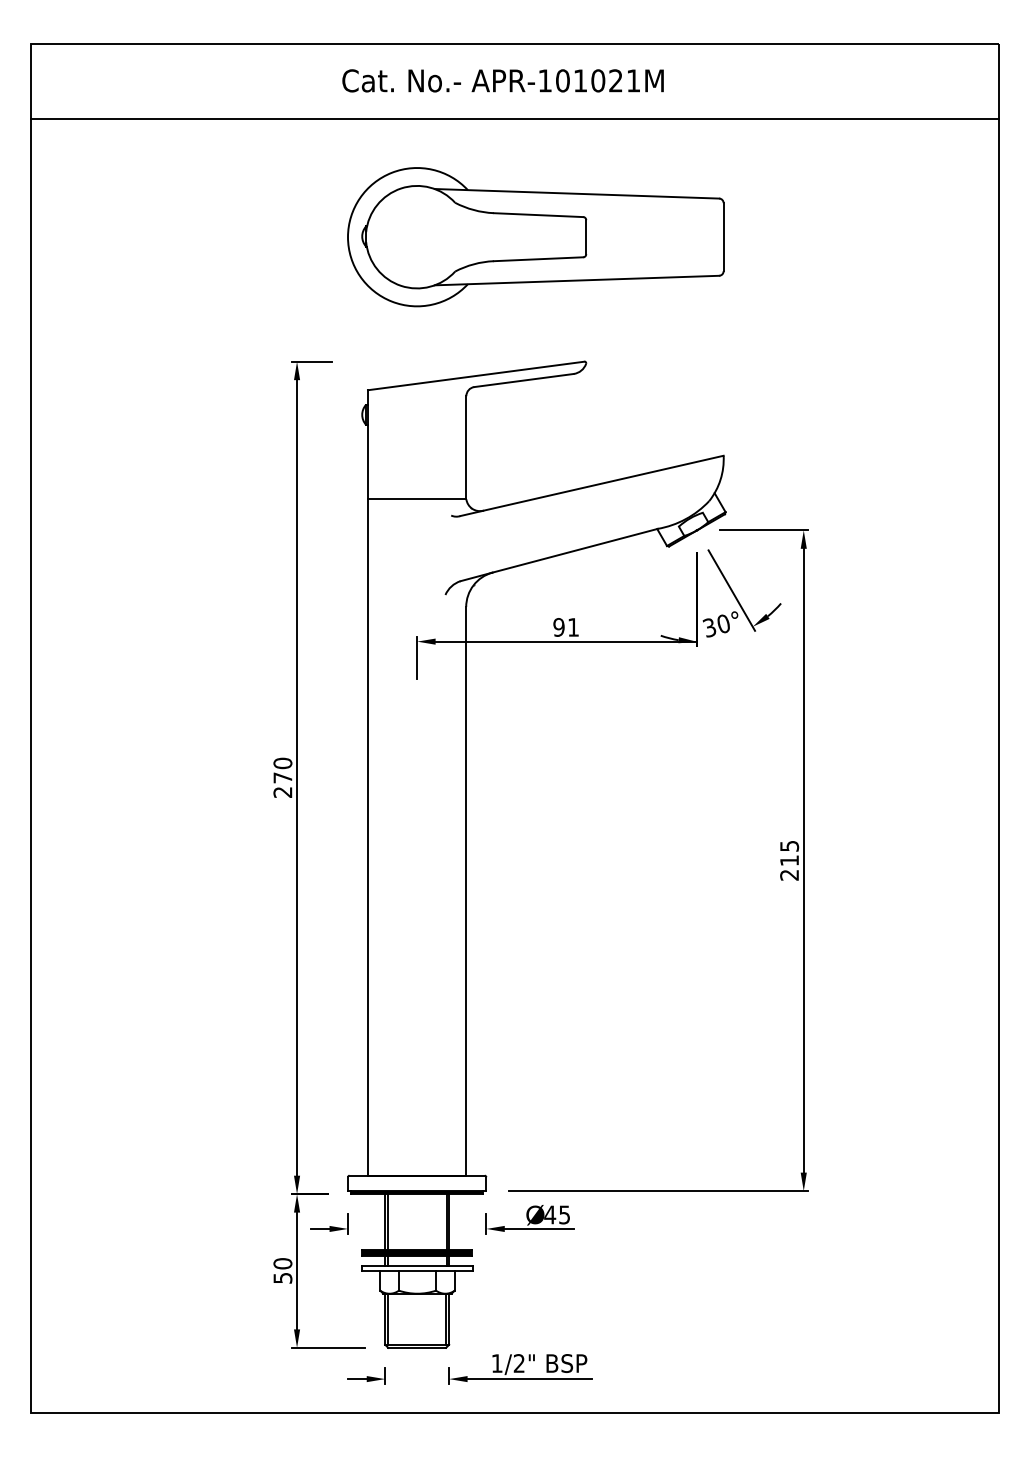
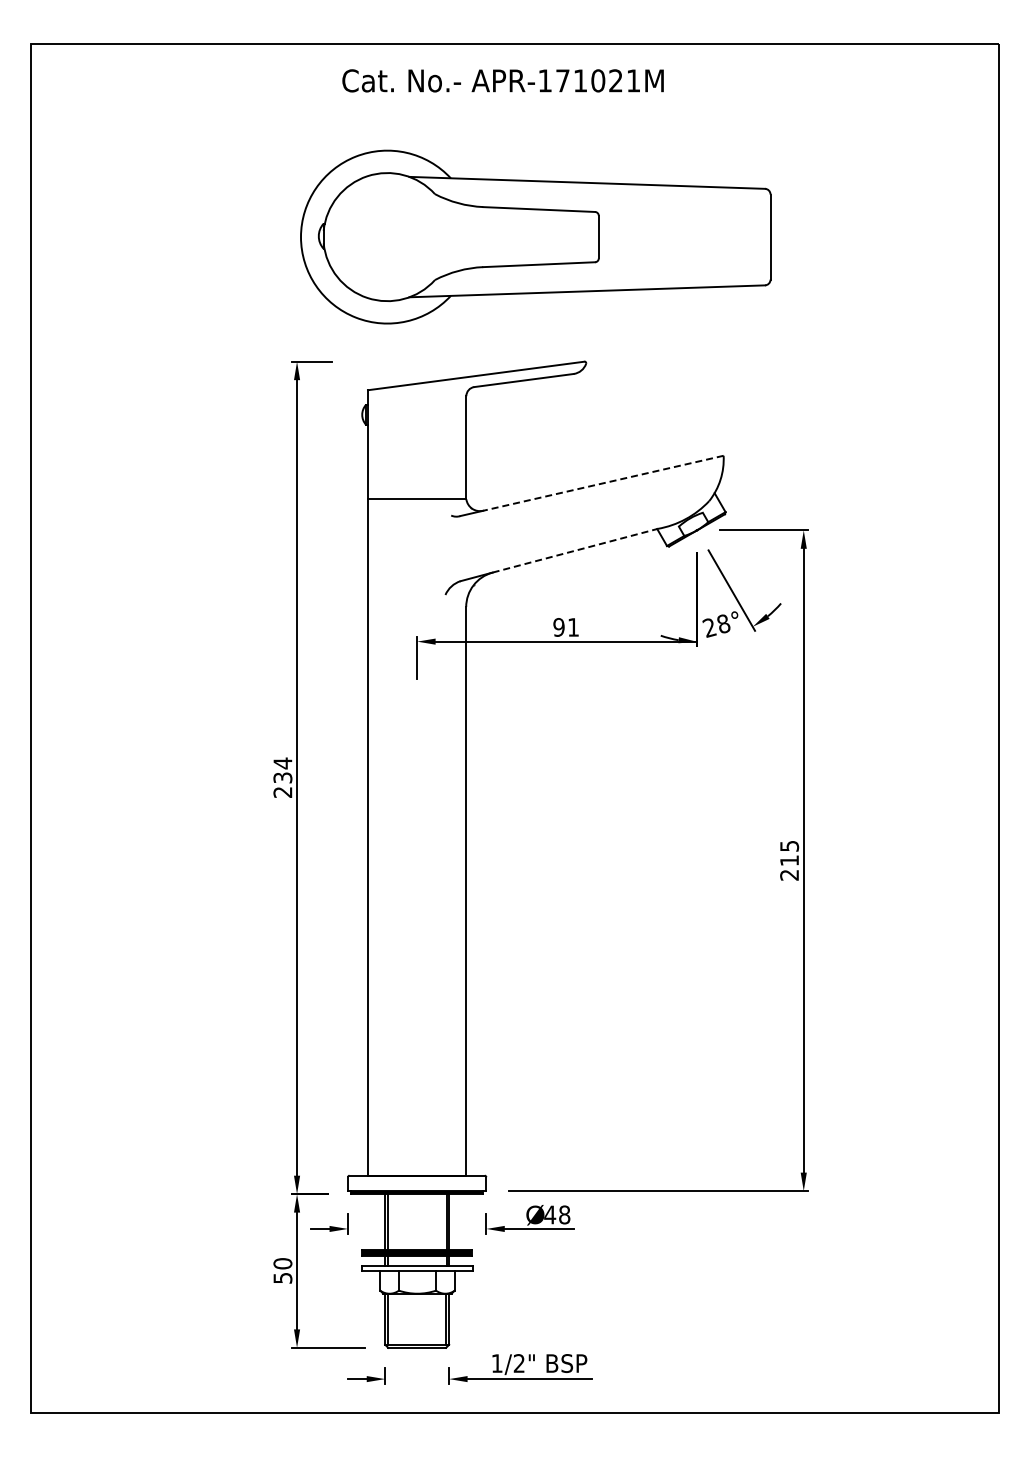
text at (562, 80): APR-101021M -> APR-171021M
line at (514, 119): present -> none
part at (535, 237) size: 378x141 px -> 472x176 px
line at (602, 483): solid -> dashed
line at (575, 550): solid -> dashed
text at (716, 625): 30° -> 28°
text at (282, 770): 270 -> 234
text at (564, 1214): 45 -> 48
